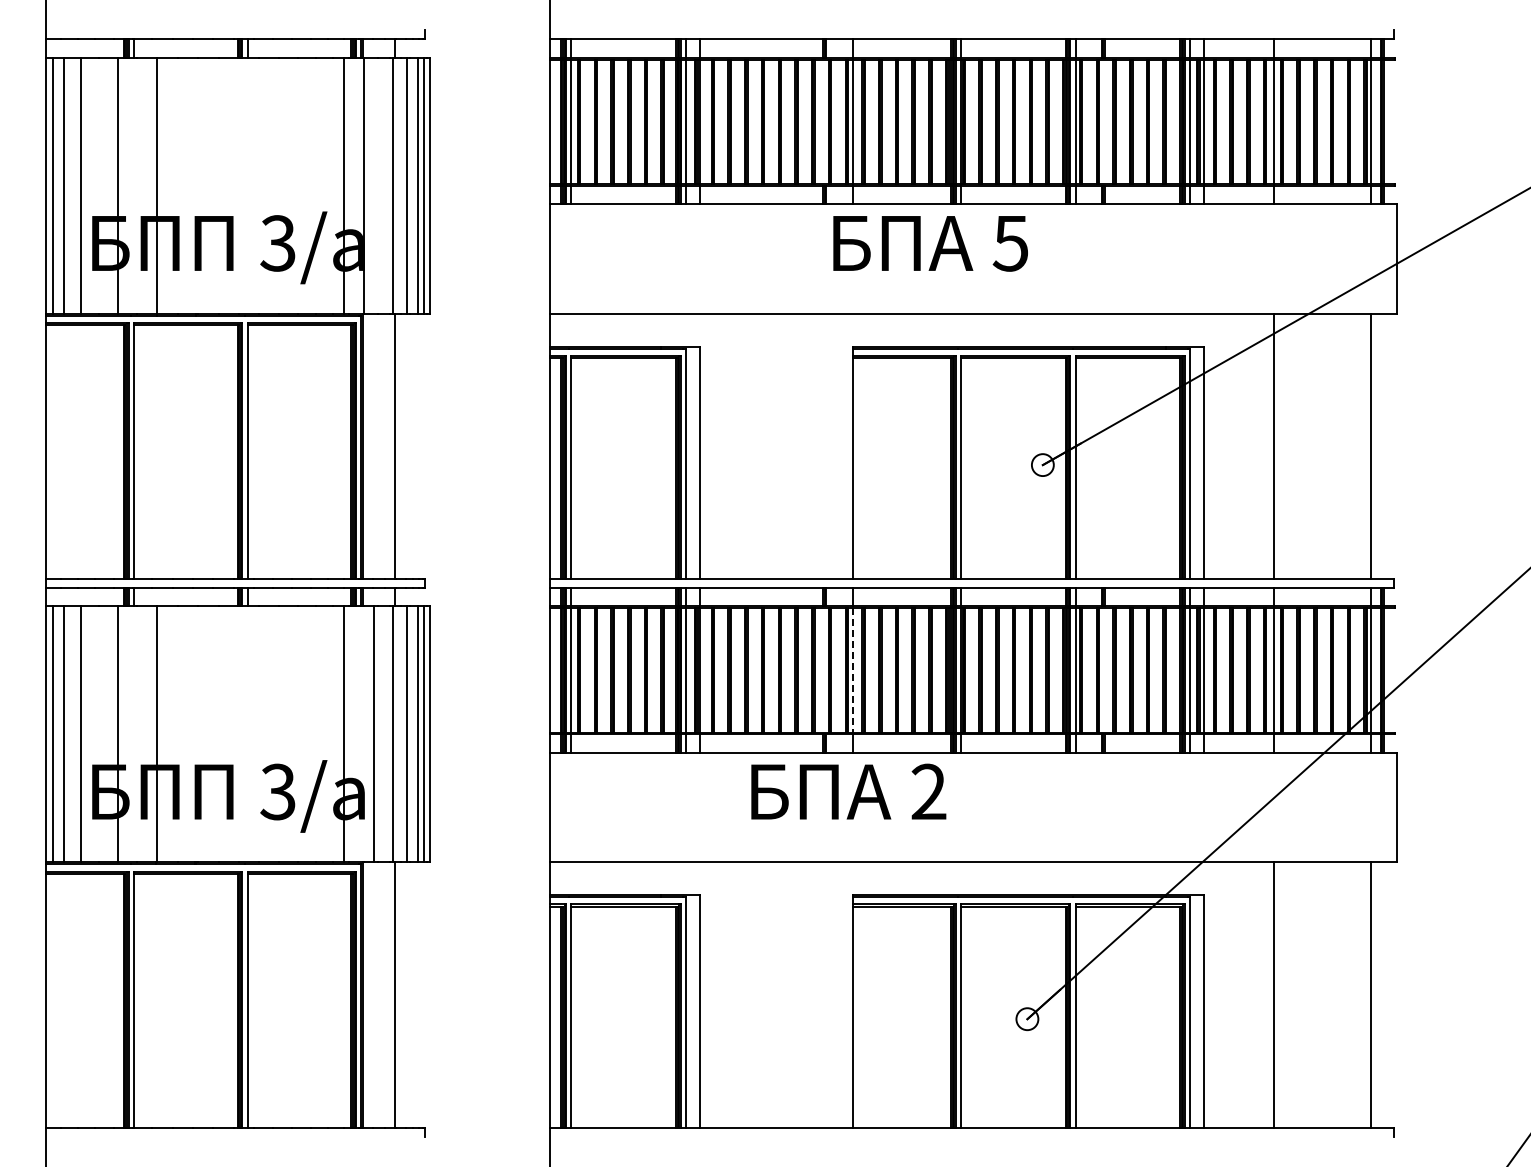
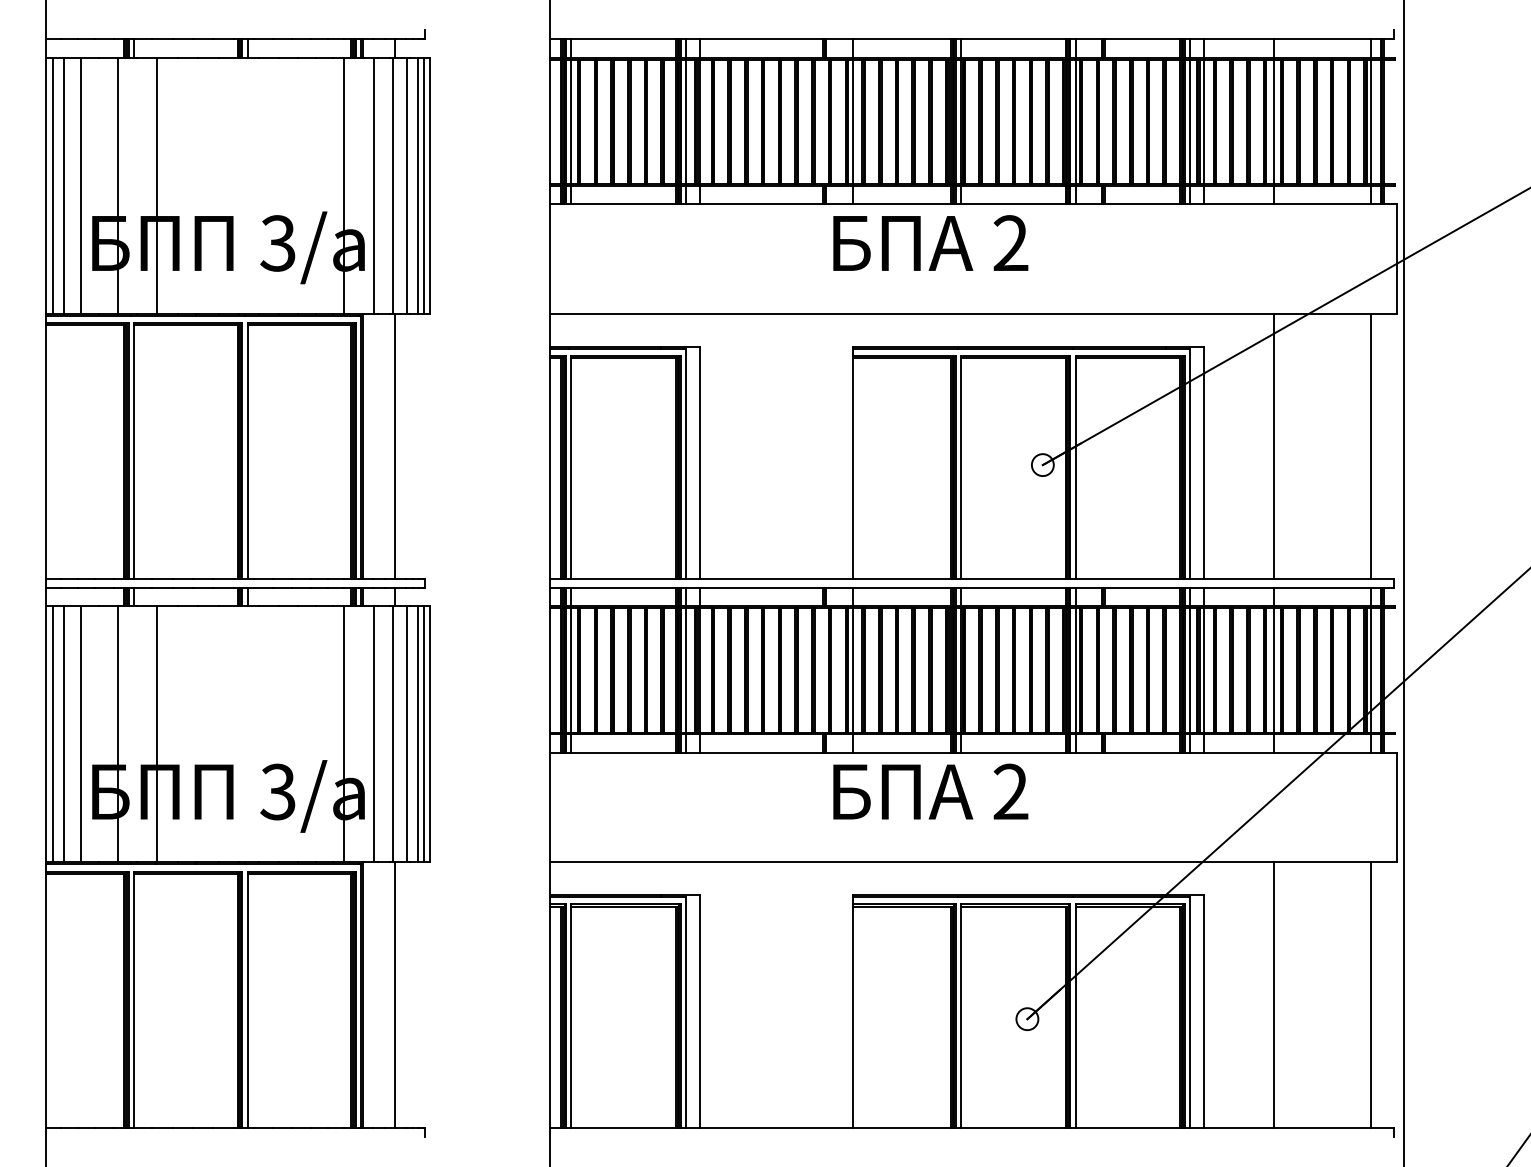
line at (364, 185) position: (364, 185) -> (374, 185)
text at (1010, 243): 5 -> 2
line at (1403, 582): none -> present
line at (852, 670): dashed -> solid
text at (848, 791) position: (848, 791) -> (930, 791)
